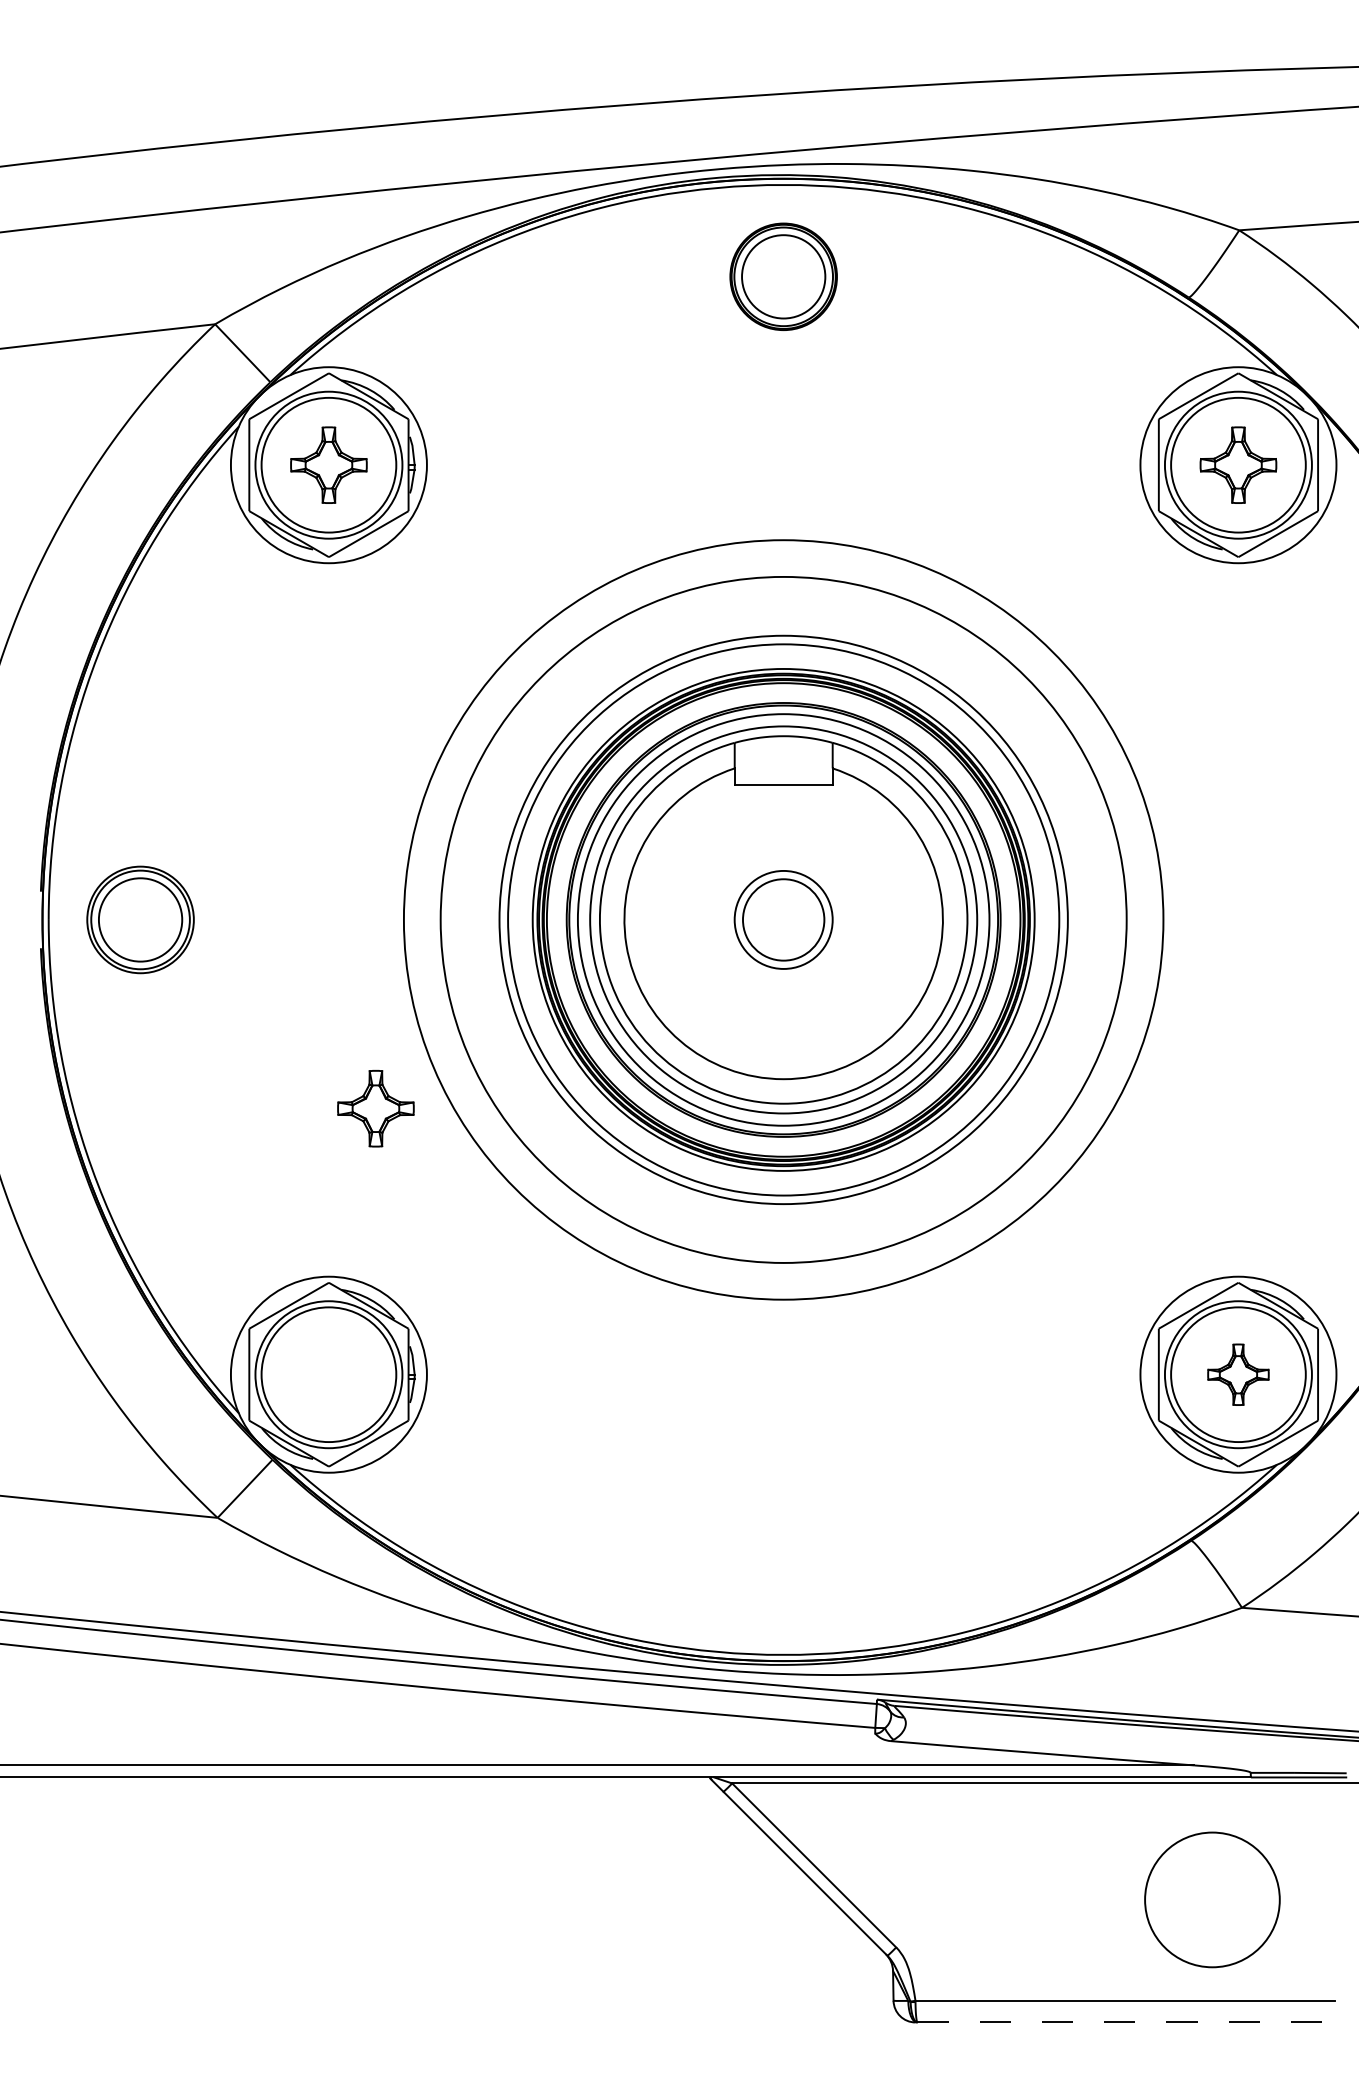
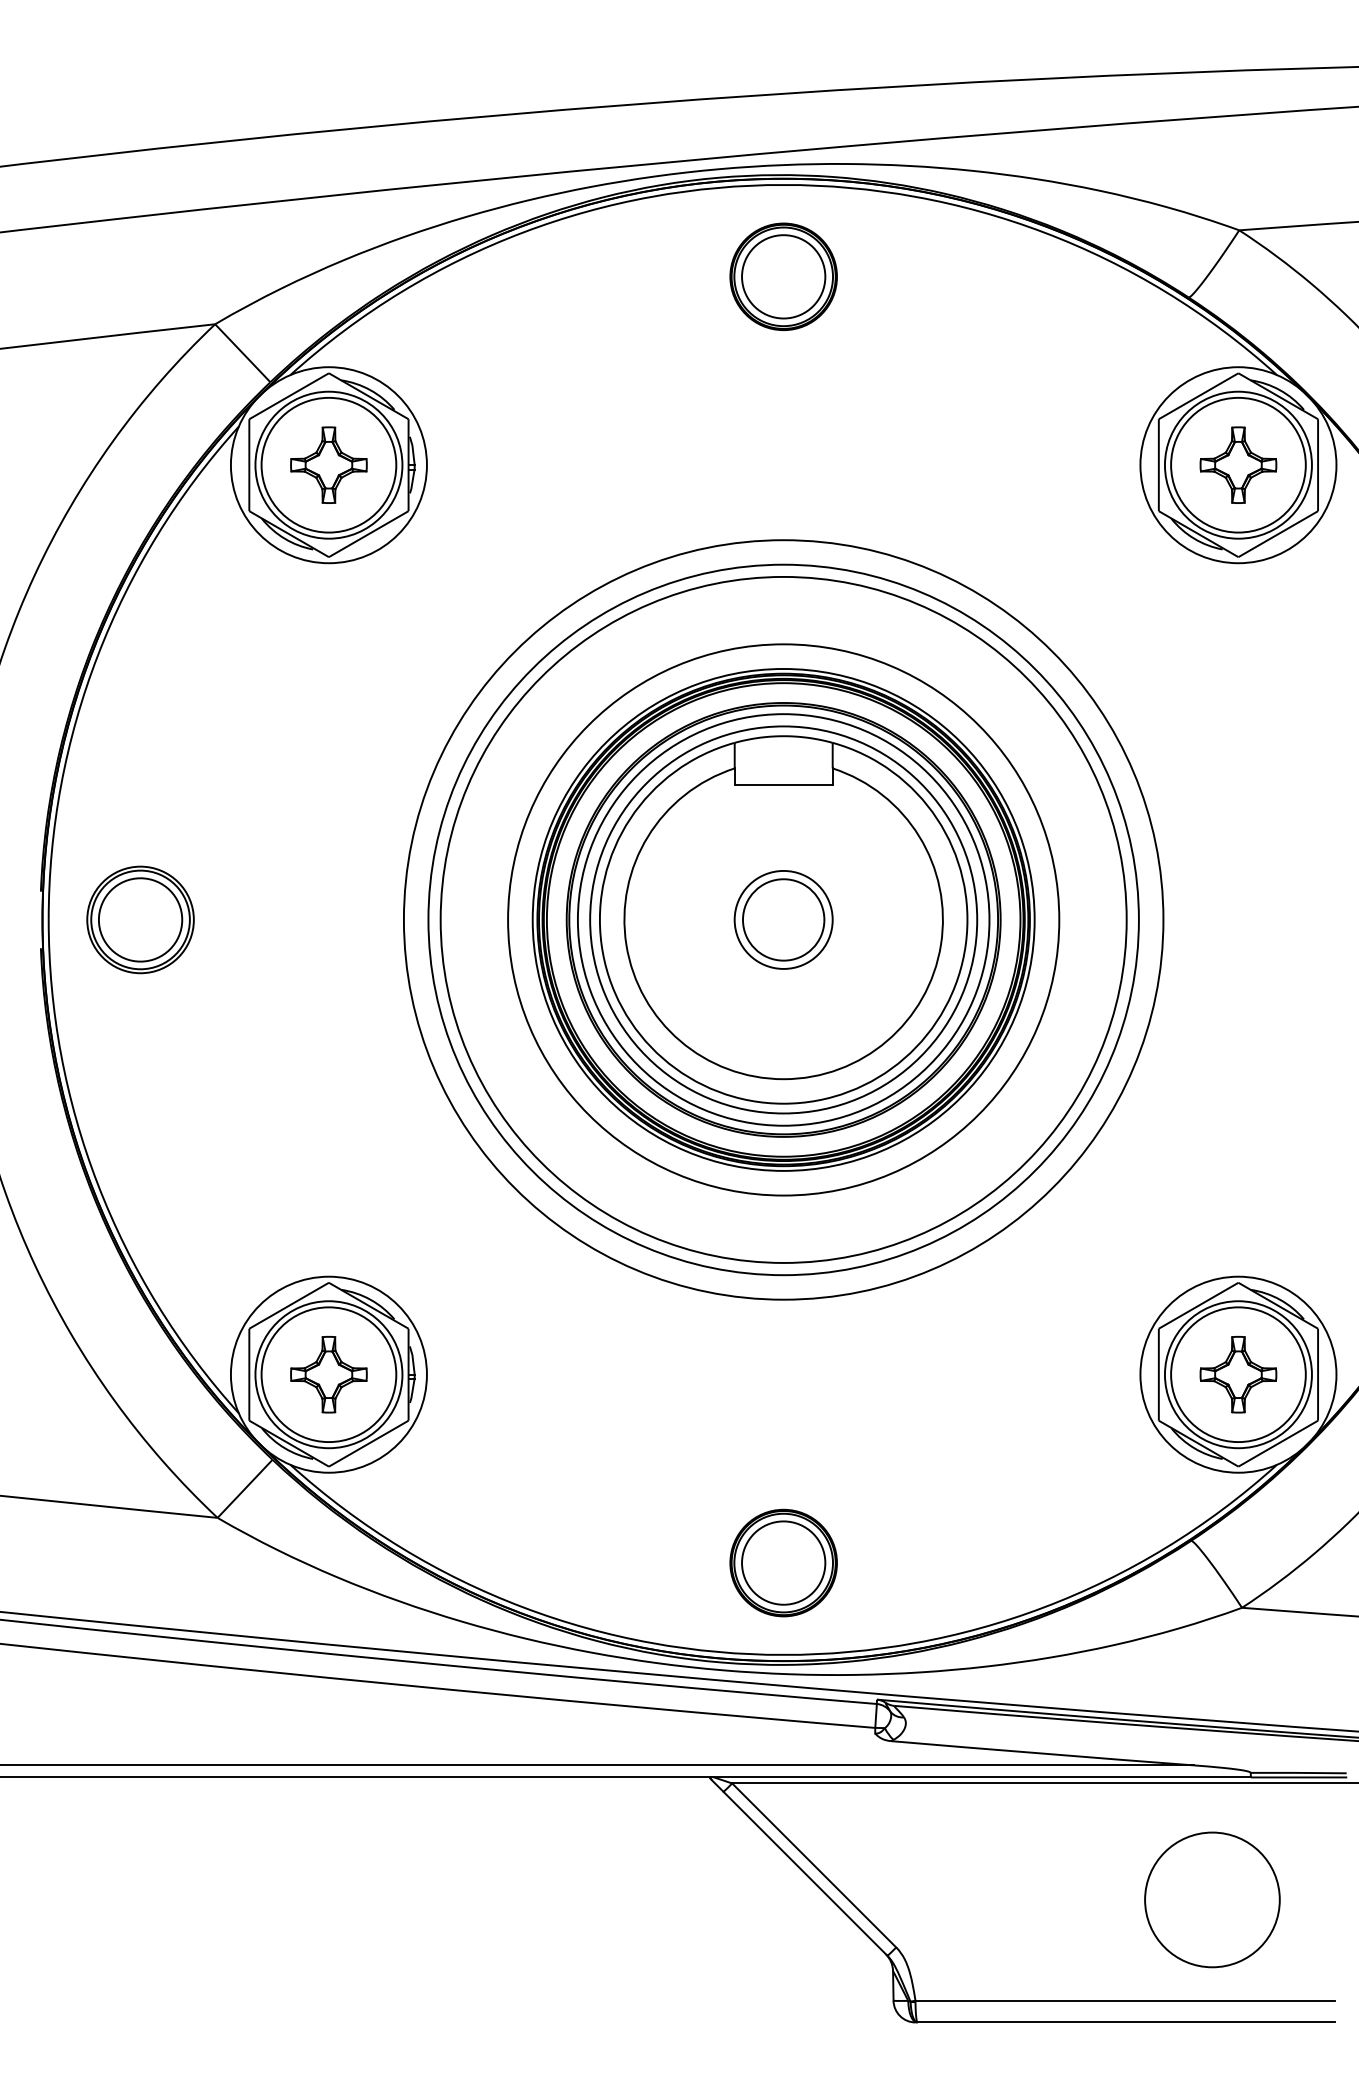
circle at (783, 919) diameter: 568 px -> 710 px
part at (375, 1108) position: (375, 1108) -> (328, 1374)
part at (1238, 1374) size: 63x63 px -> 79x78 px
part at (783, 1562): none -> present
line at (1126, 2022): dashed -> solid
